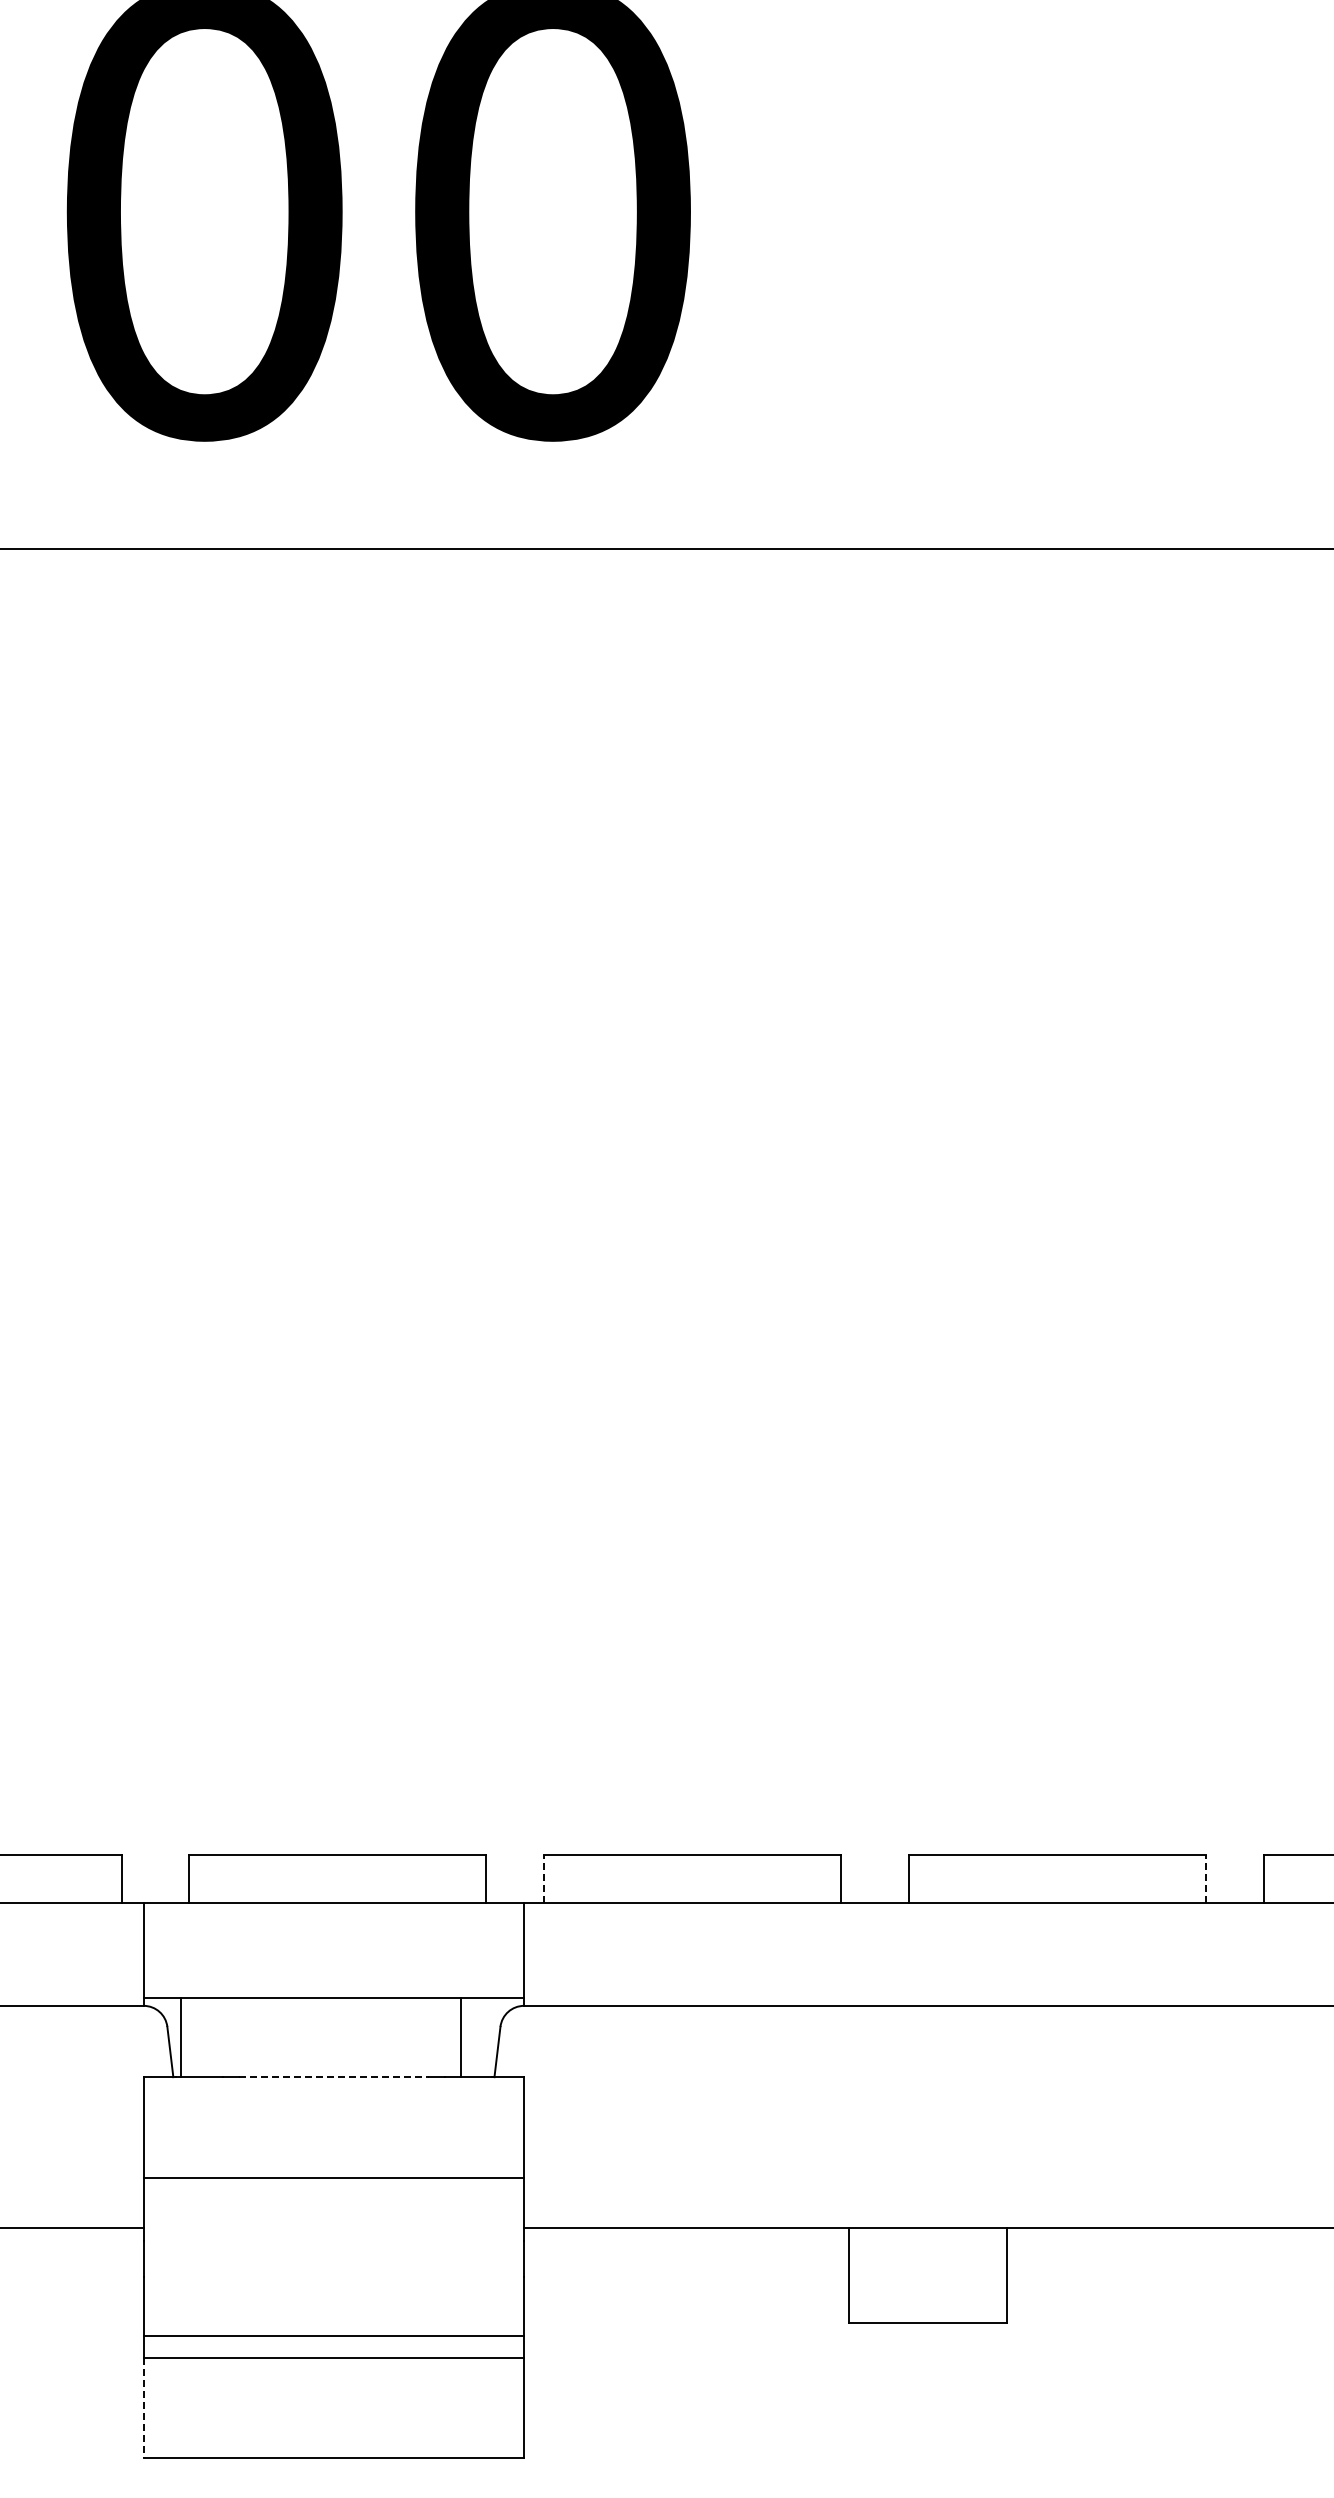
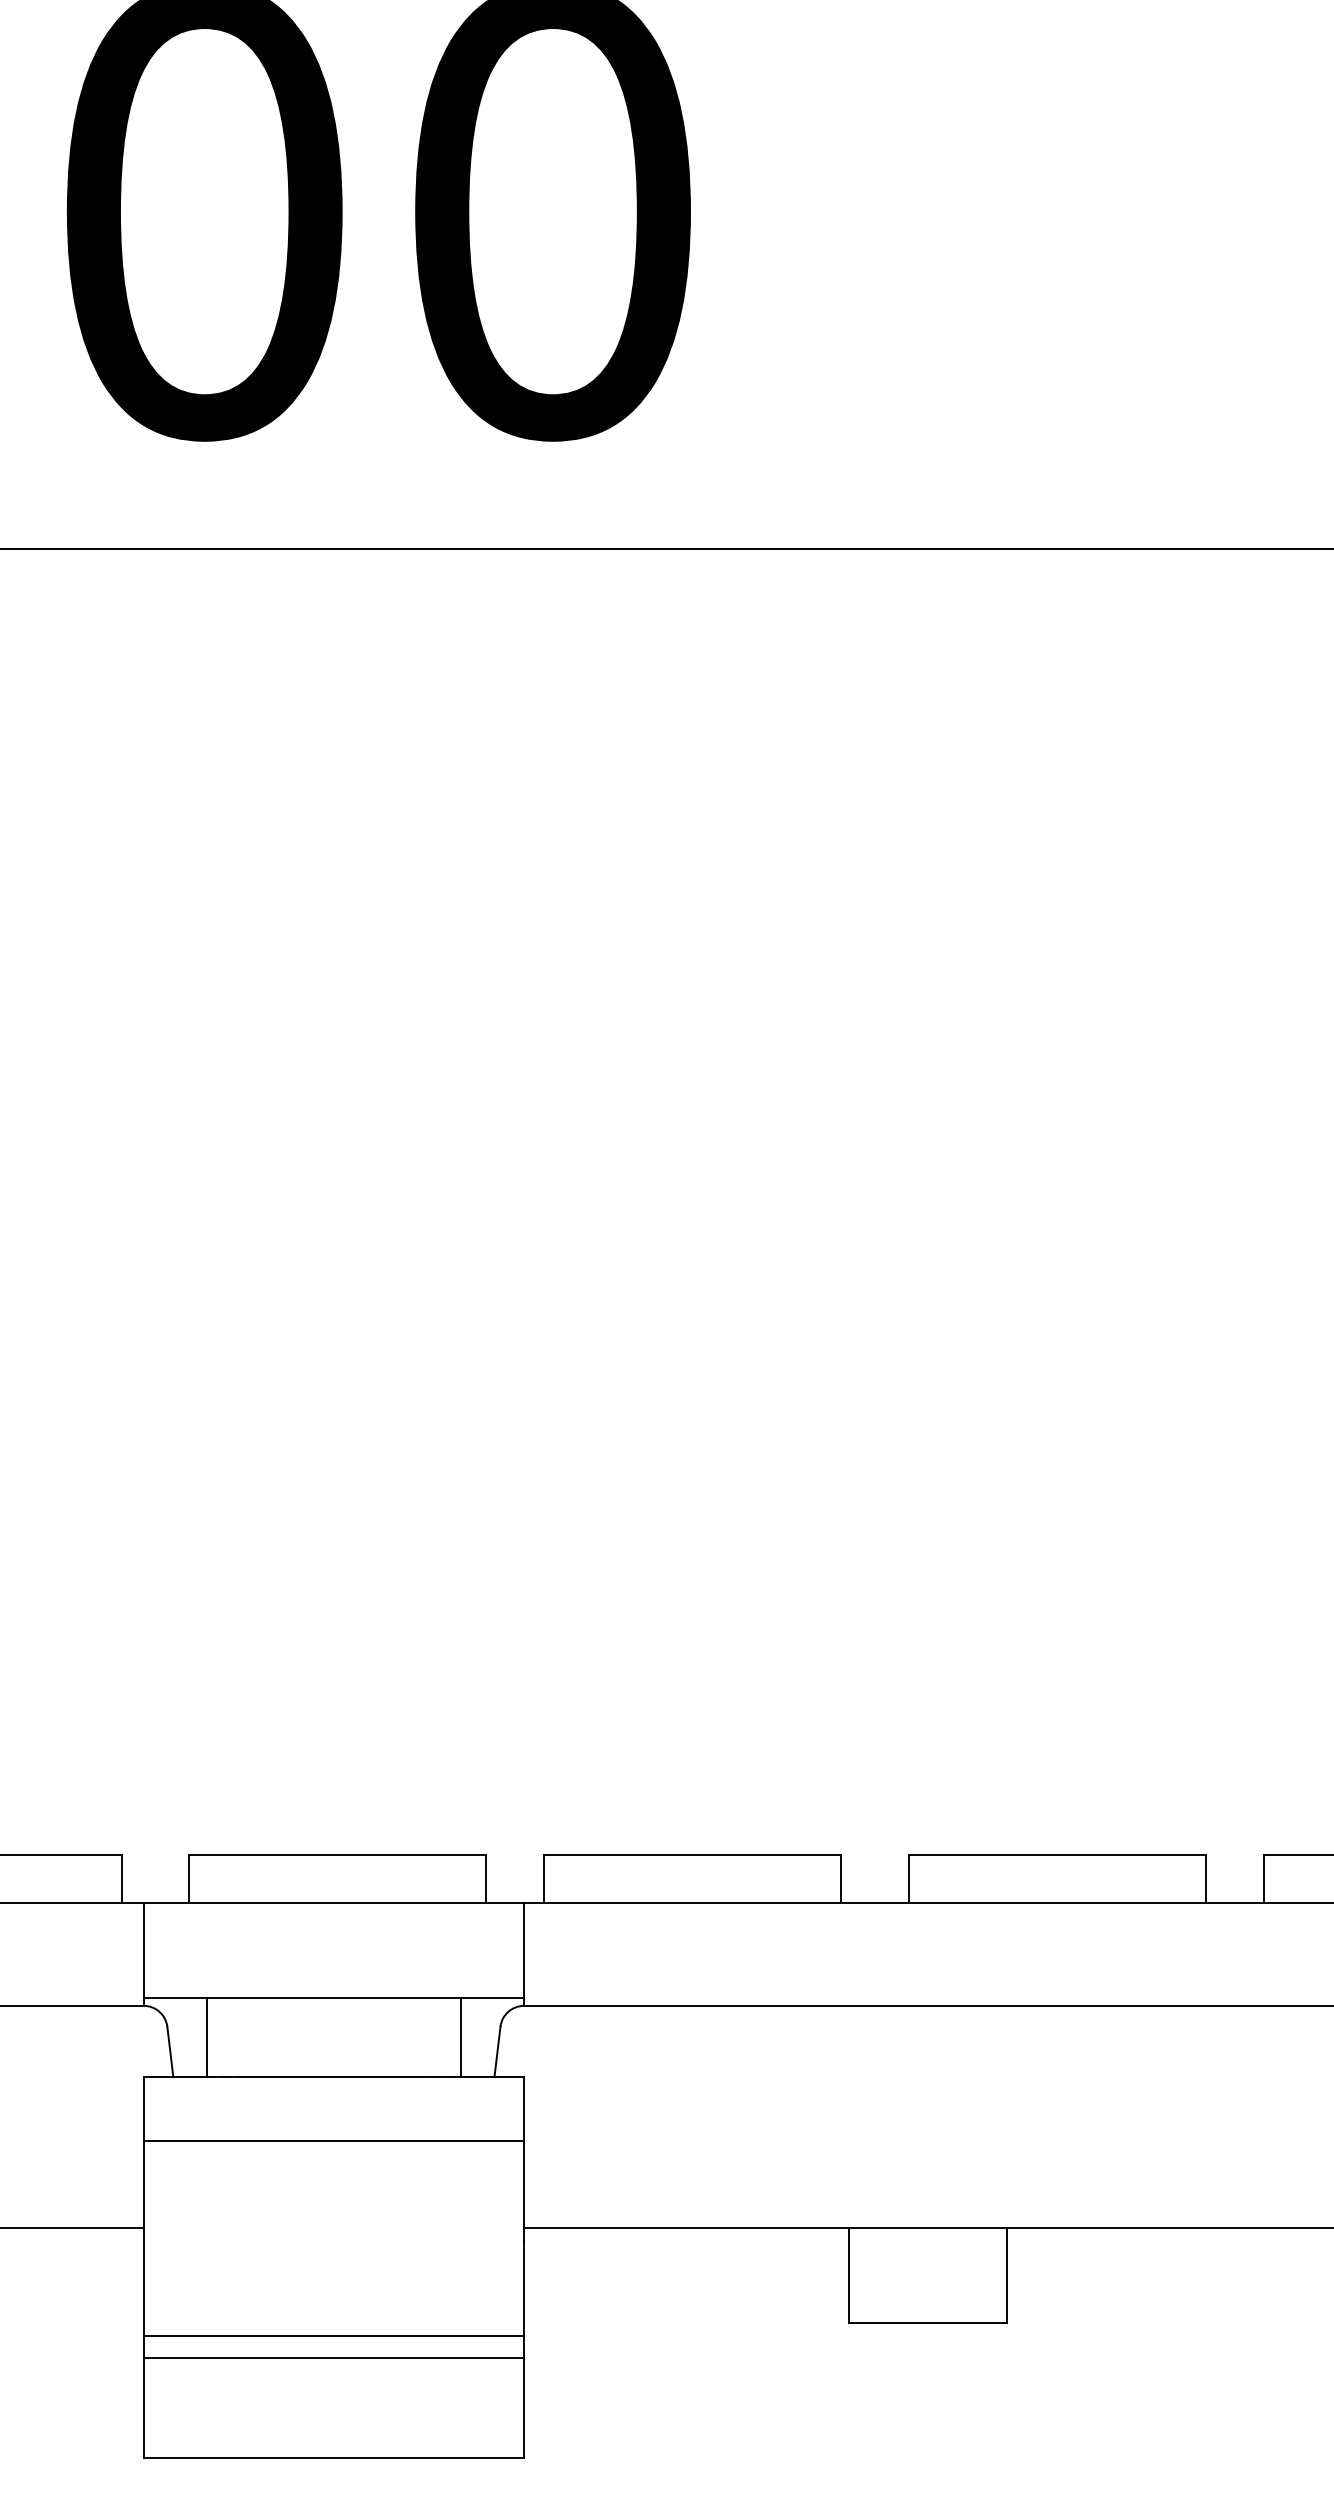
line at (544, 1879): dashed -> solid
line at (1205, 1879): dashed -> solid
line at (181, 2037) position: (181, 2037) -> (207, 2037)
line at (334, 2077): dashed -> solid
line at (333, 2177) position: (333, 2177) -> (333, 2140)
line at (143, 2407): dashed -> solid
